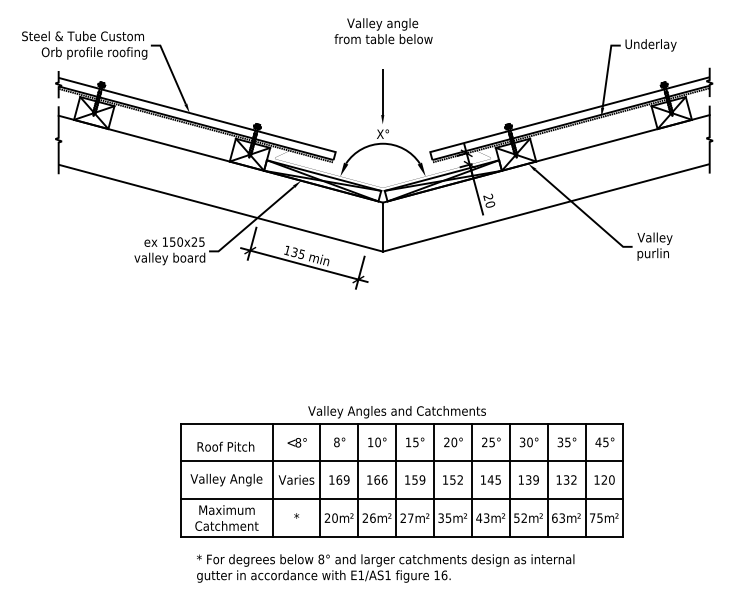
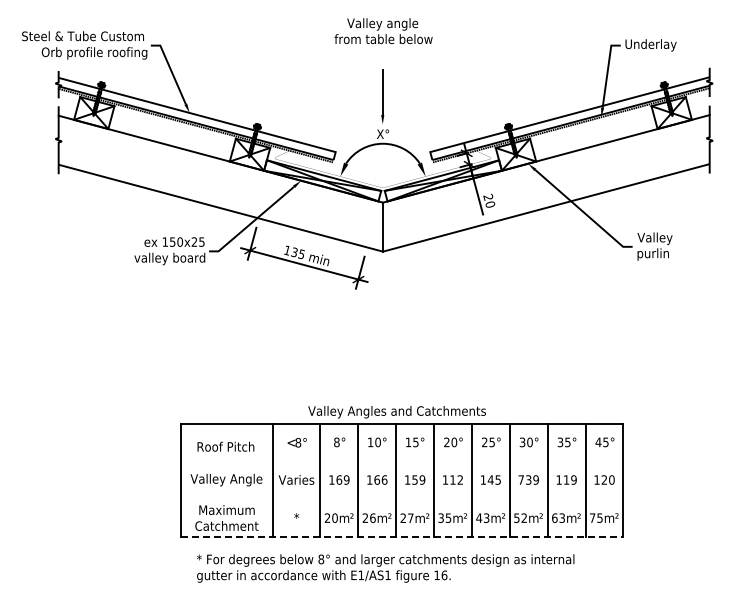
line at (401, 461): present -> none
text at (452, 479): 152 -> 112
text at (520, 479): 139 -> 739
text at (569, 479): 132 -> 119
line at (401, 499): present -> none
line at (402, 537): solid -> dashed
